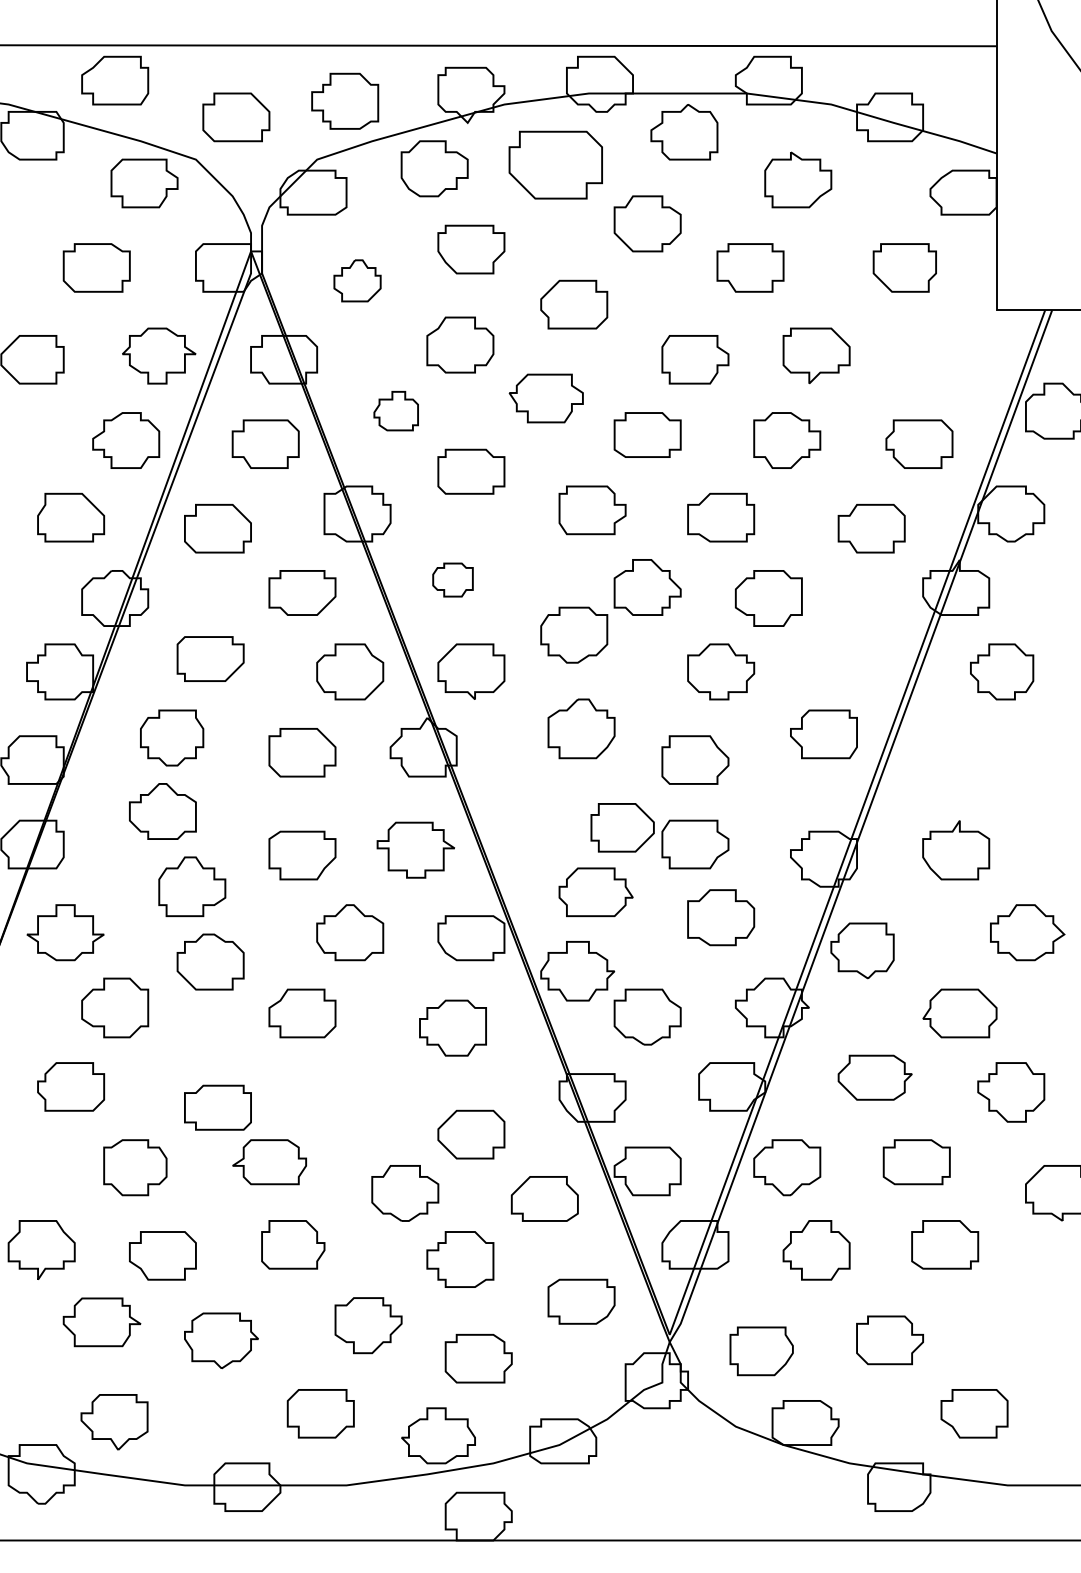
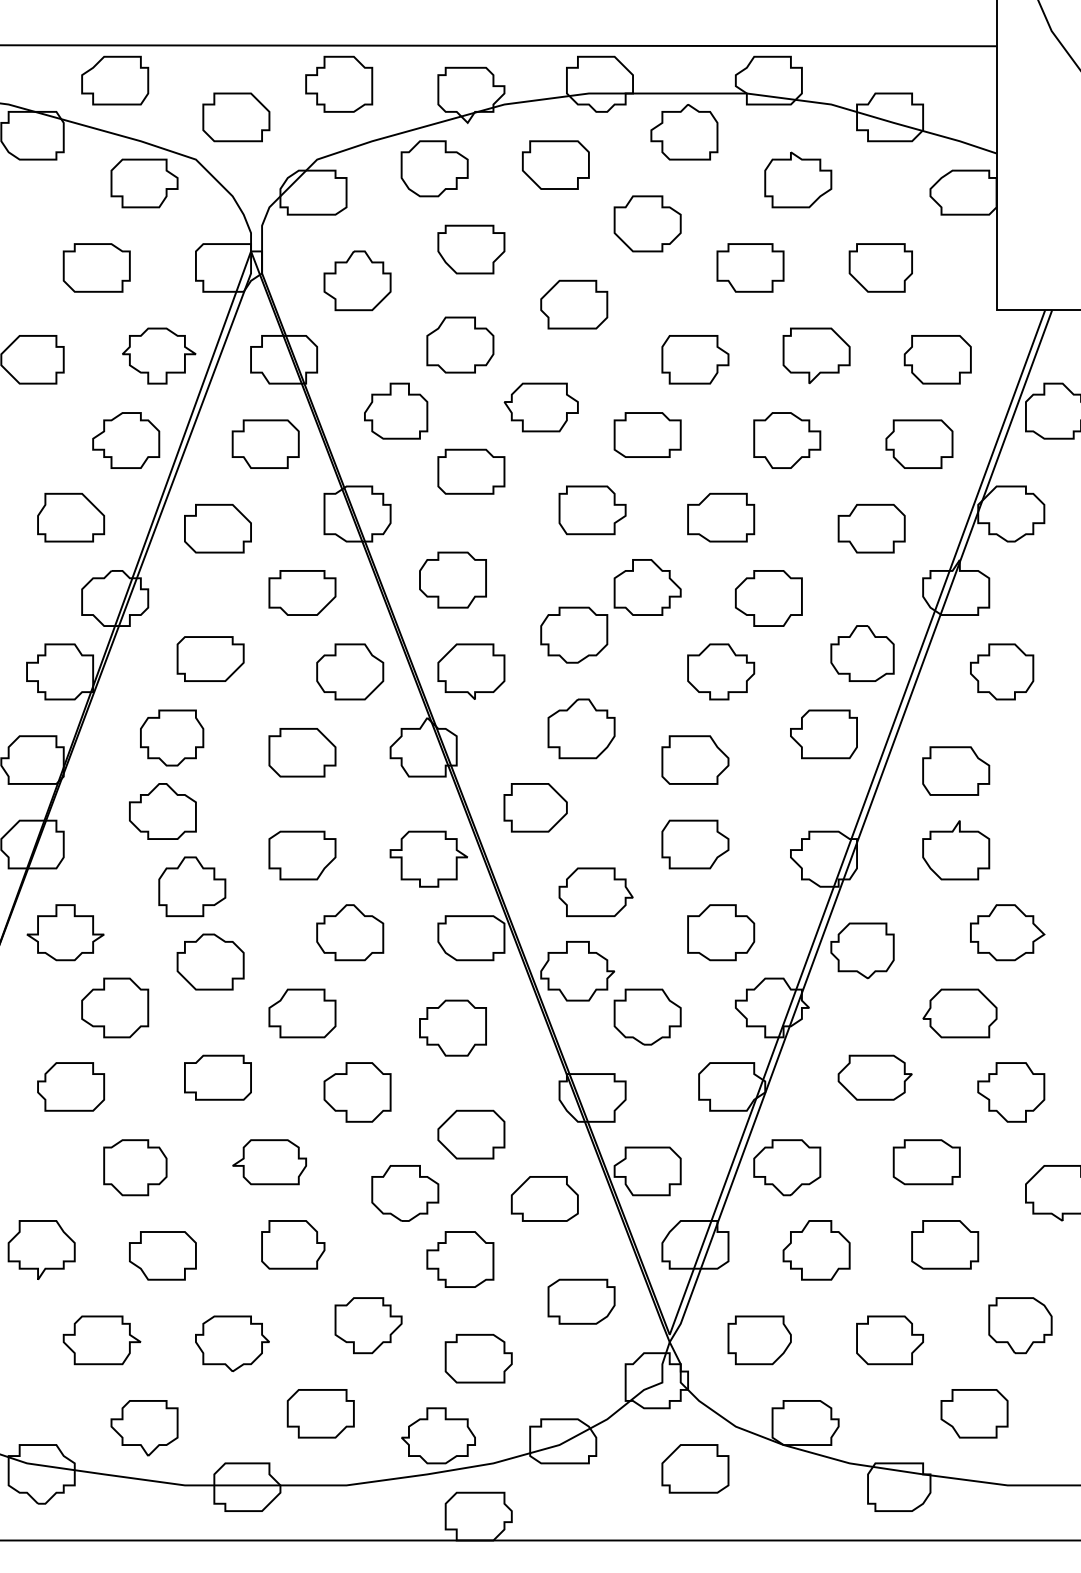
part at (345, 100) position: (345, 100) -> (339, 83)
part at (555, 164) size: 95x70 px -> 68x50 px
part at (904, 267) position: (904, 267) -> (880, 267)
part at (357, 280) size: 49x44 px -> 69x62 px
part at (937, 359): none -> present
part at (545, 398) position: (545, 398) -> (540, 407)
part at (395, 411) size: 46x41 px -> 65x58 px
part at (452, 579) size: 42x36 px -> 68x58 px
part at (862, 653): none -> present
part at (956, 770): none -> present
part at (622, 827) position: (622, 827) -> (535, 807)
part at (415, 849) position: (415, 849) -> (428, 858)
part at (721, 917) position: (721, 917) -> (721, 932)
part at (1027, 932) position: (1027, 932) -> (1007, 932)
part at (357, 1092): none -> present
part at (217, 1107) position: (217, 1107) -> (217, 1077)
part at (916, 1162) position: (916, 1162) -> (926, 1162)
part at (101, 1322) position: (101, 1322) -> (101, 1340)
part at (1020, 1325): none -> present
part at (221, 1340) position: (221, 1340) -> (232, 1343)
part at (761, 1351) position: (761, 1351) -> (759, 1340)
part at (114, 1422) position: (114, 1422) -> (144, 1428)
part at (695, 1468): none -> present
